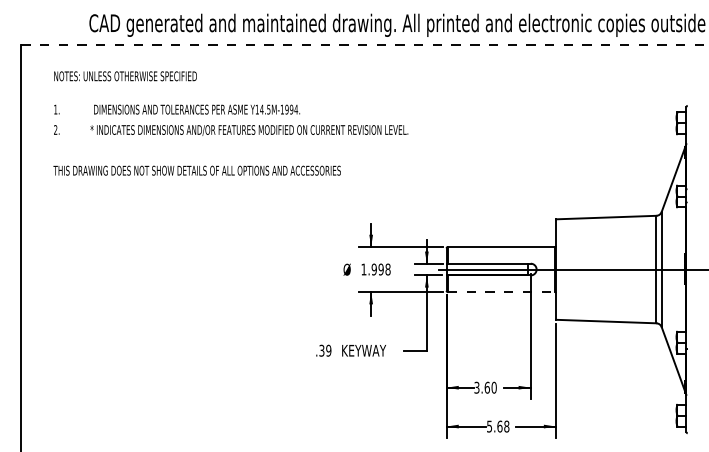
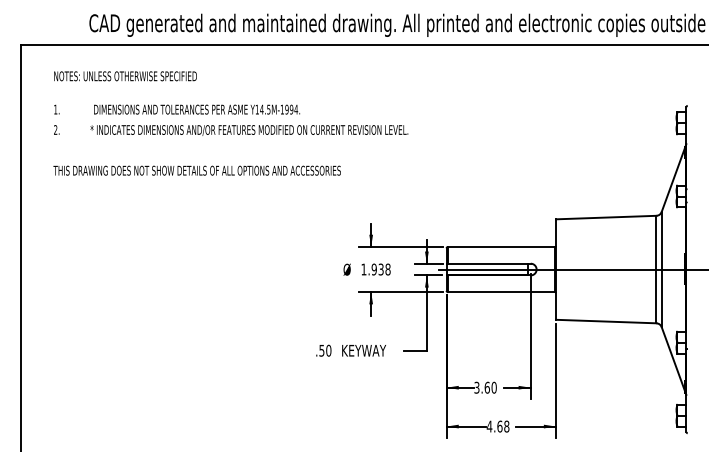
line at (365, 44): dashed -> solid
text at (380, 269): 1.998 -> 1.938
line at (501, 292): dashed -> solid
text at (325, 350): .39 -> .50
text at (489, 426): 5.68 -> 4.68
